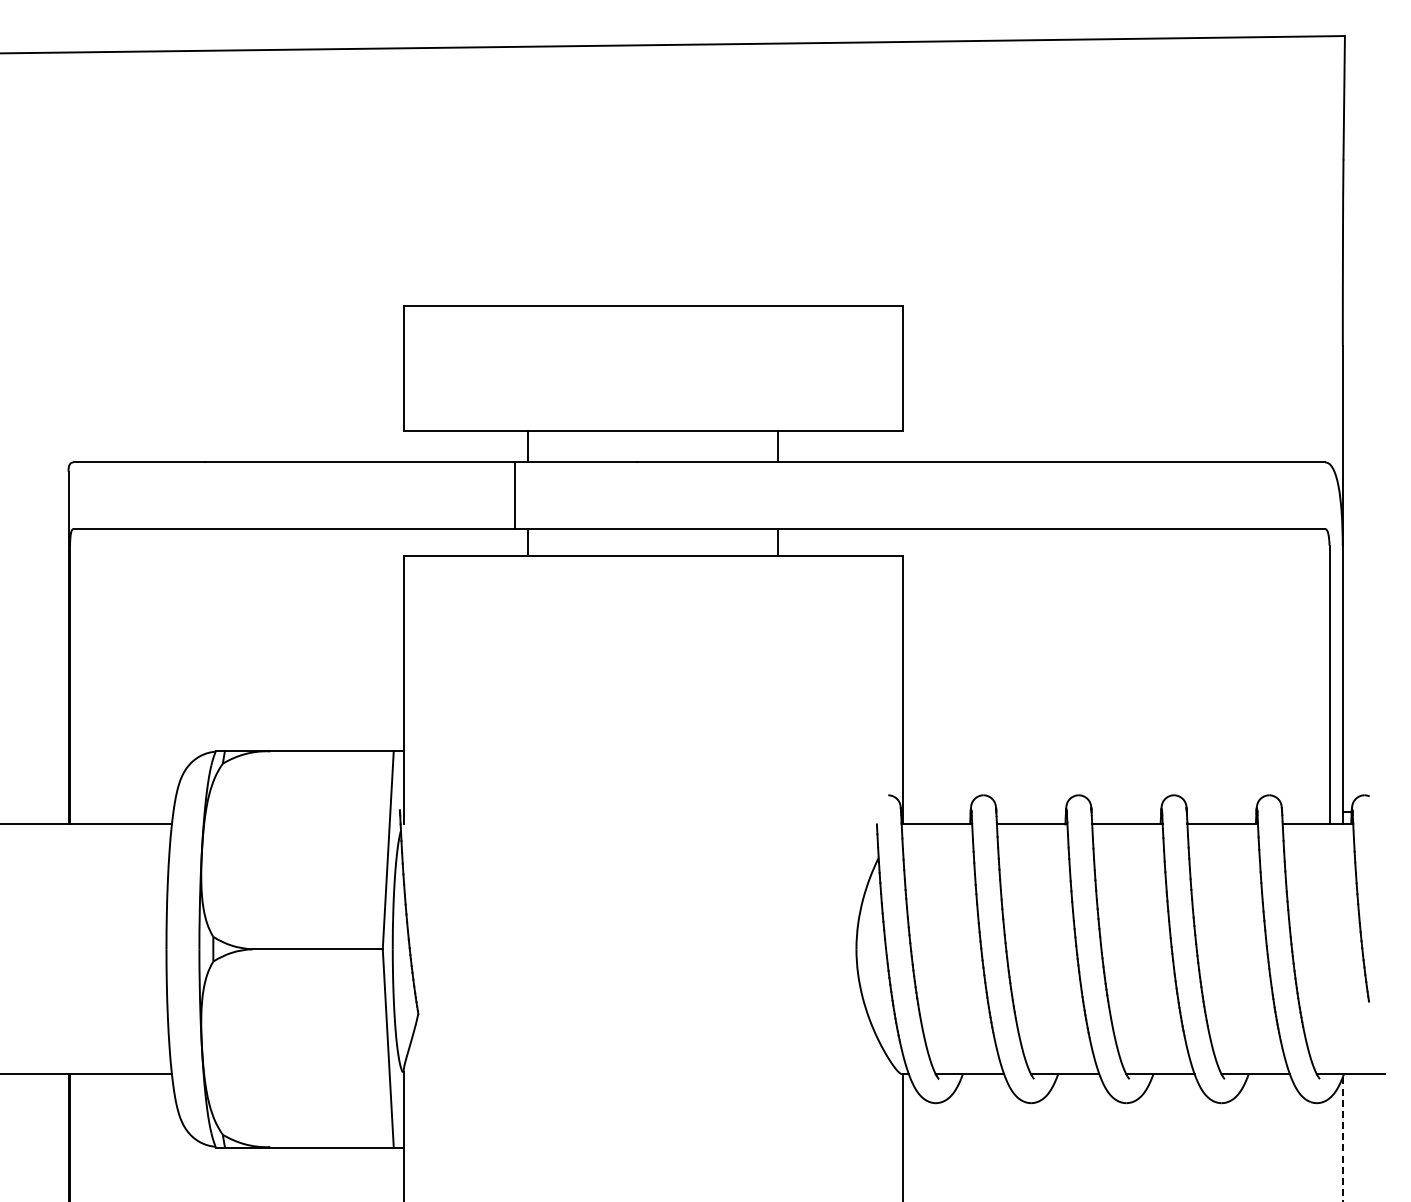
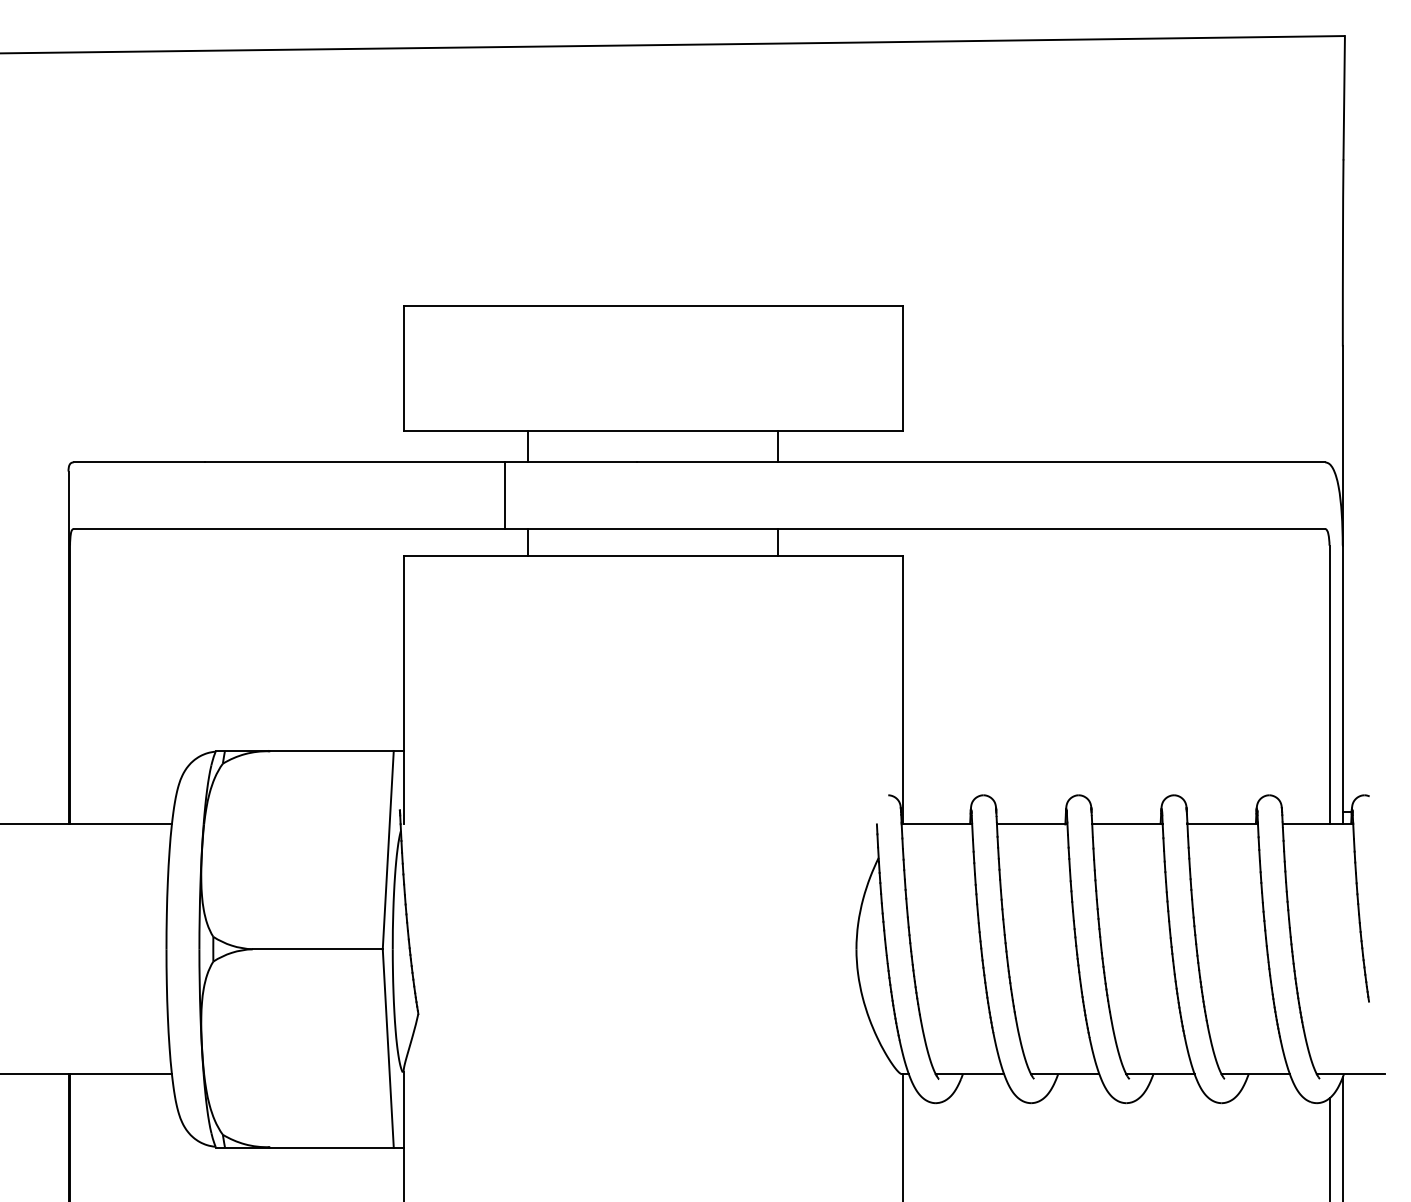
line at (515, 495) position: (515, 495) -> (505, 495)
line at (1342, 1139): dashed -> solid
line at (1329, 1148): none -> present
